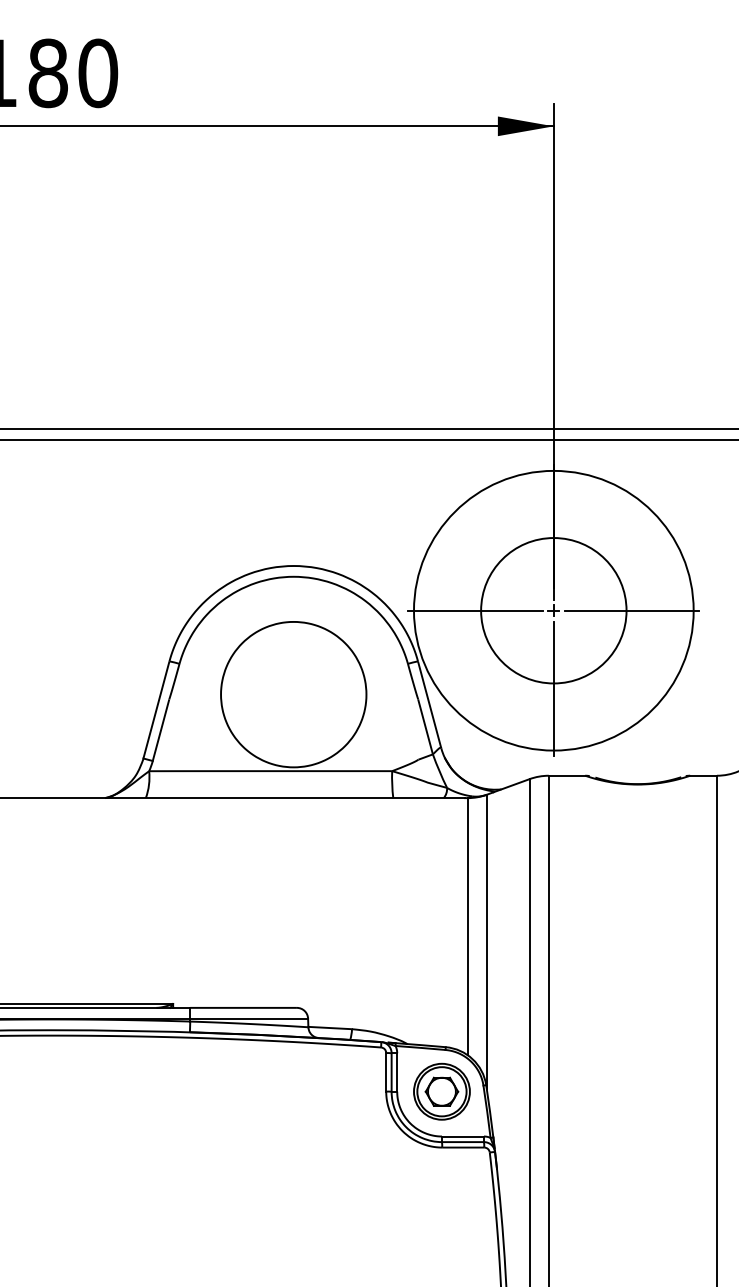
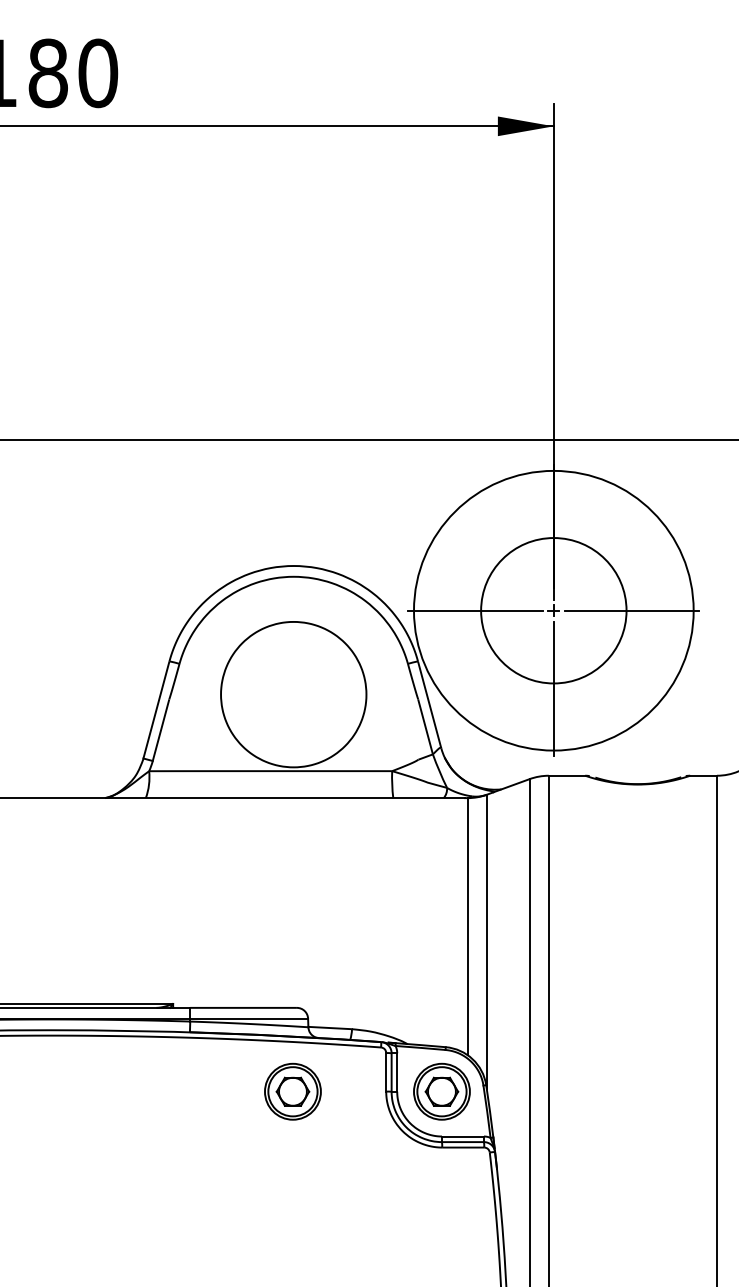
line at (368, 428): present -> none
part at (292, 1091): none -> present
